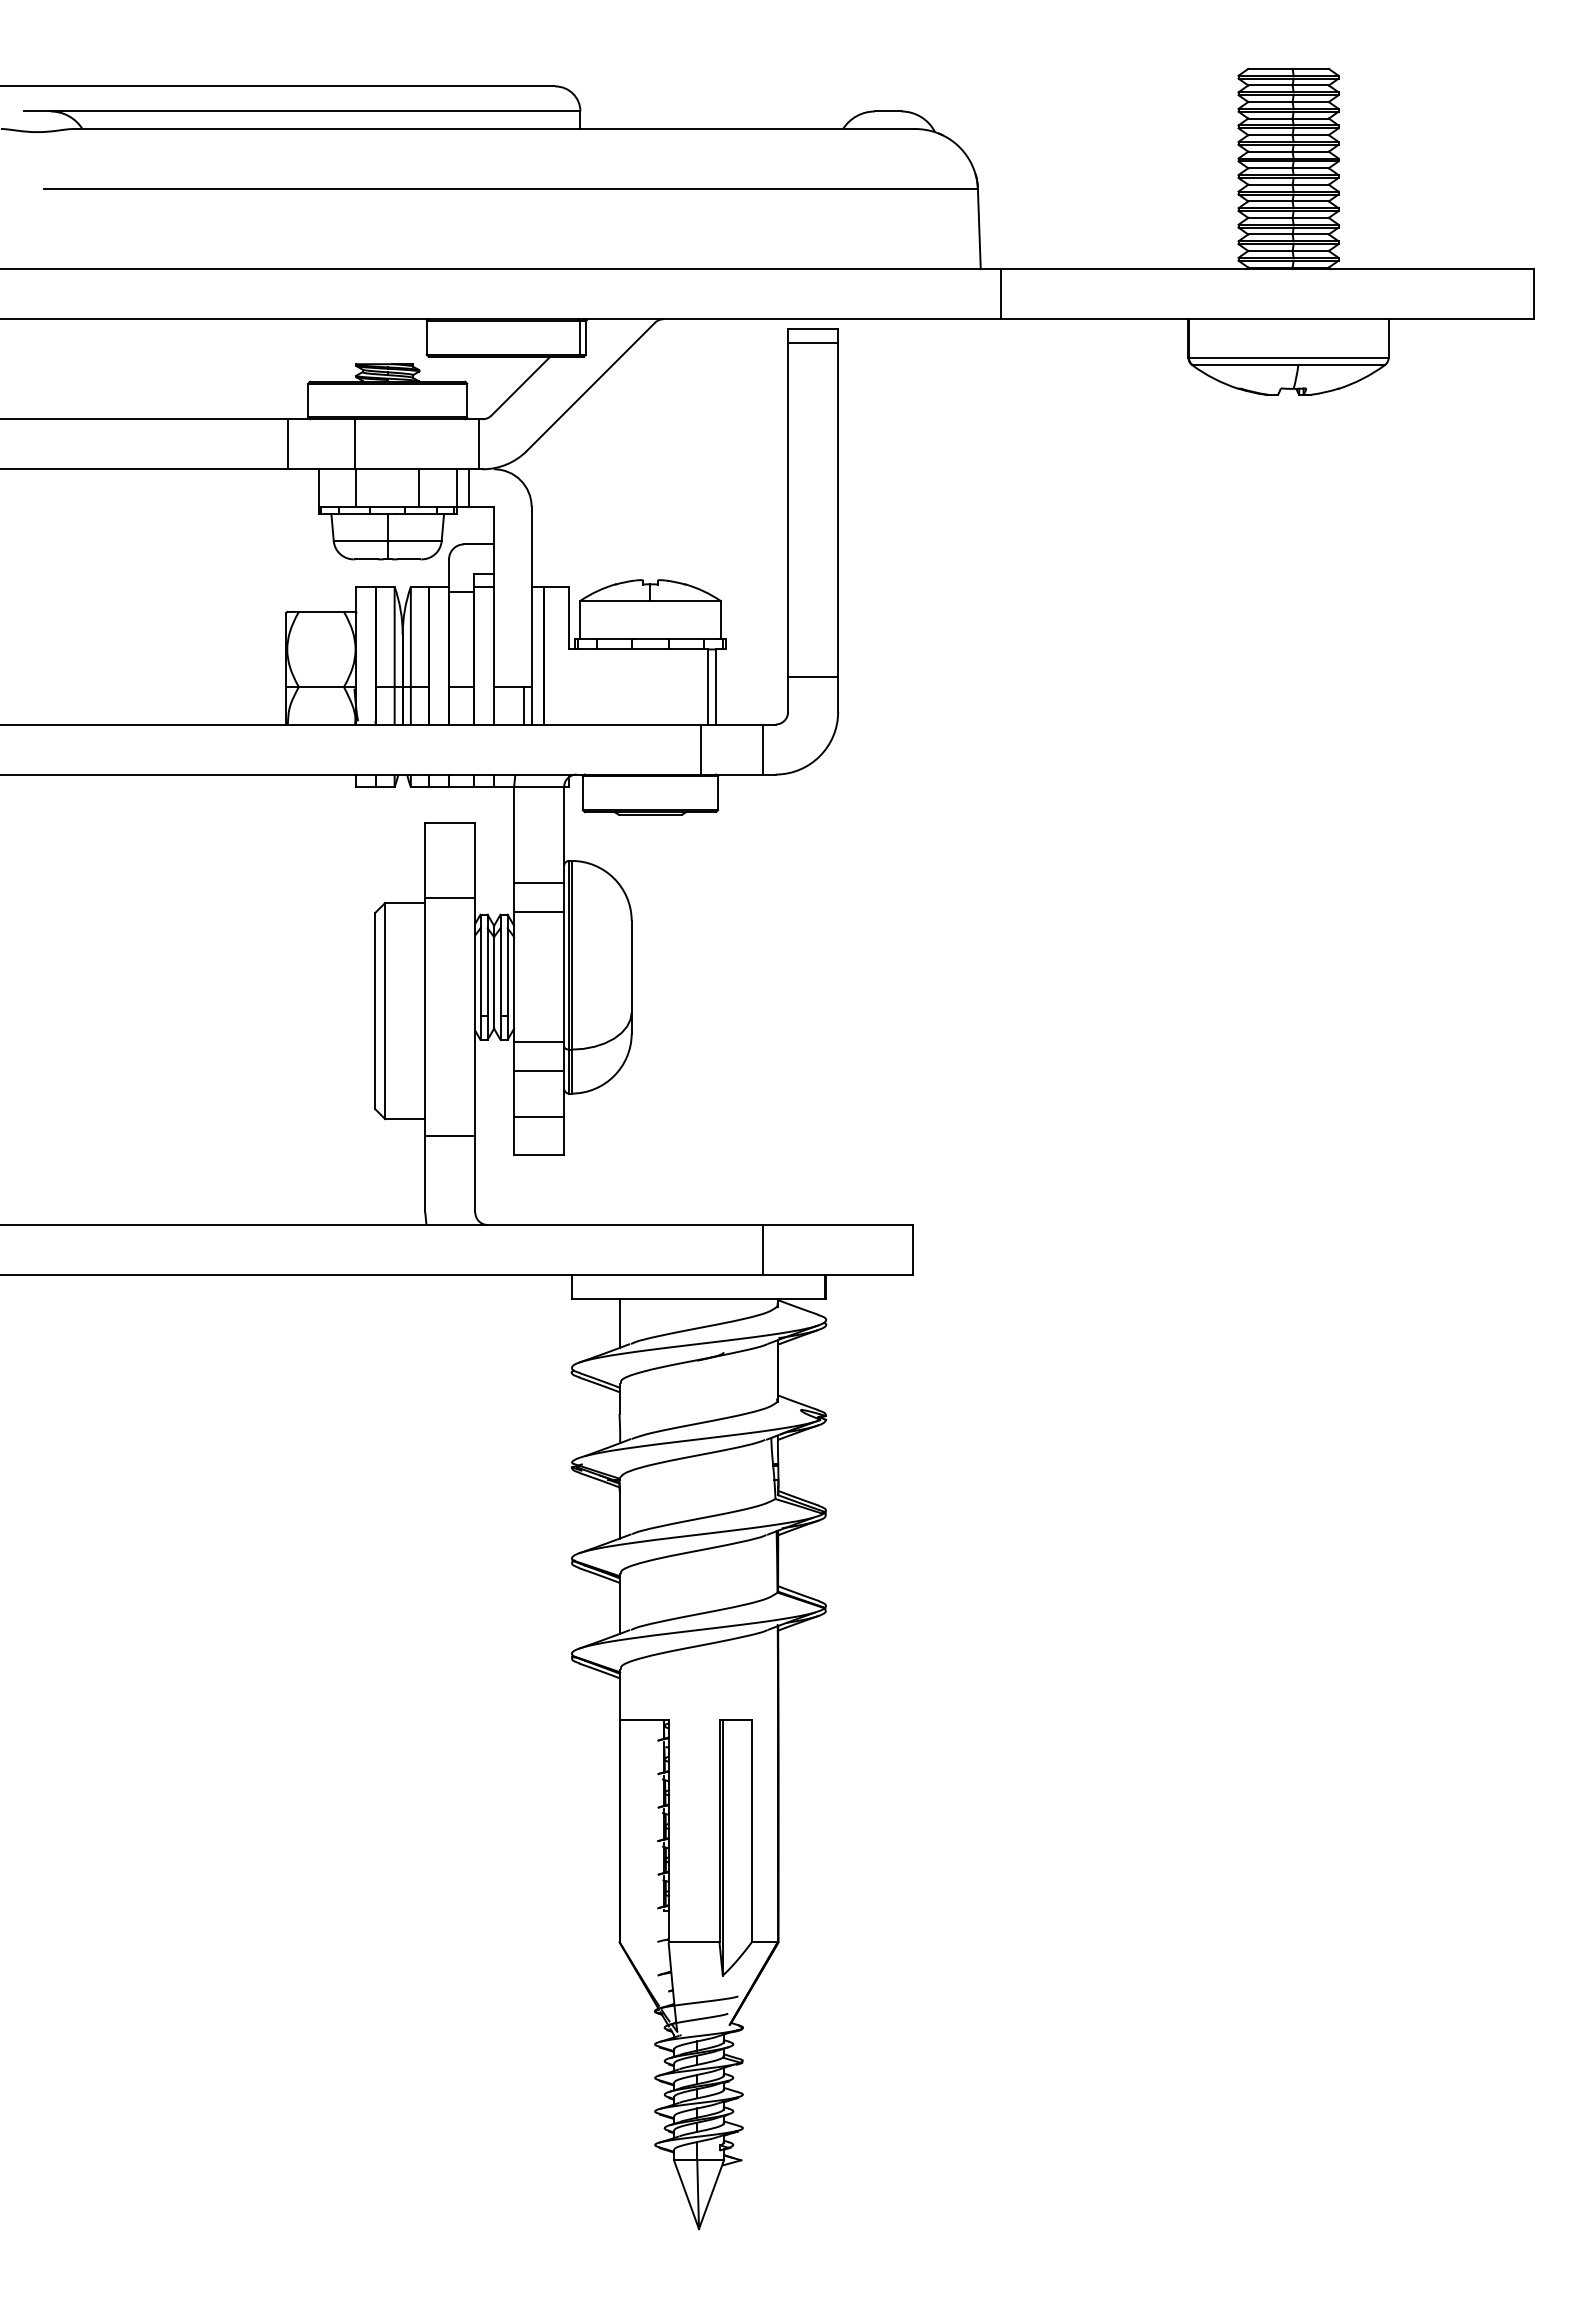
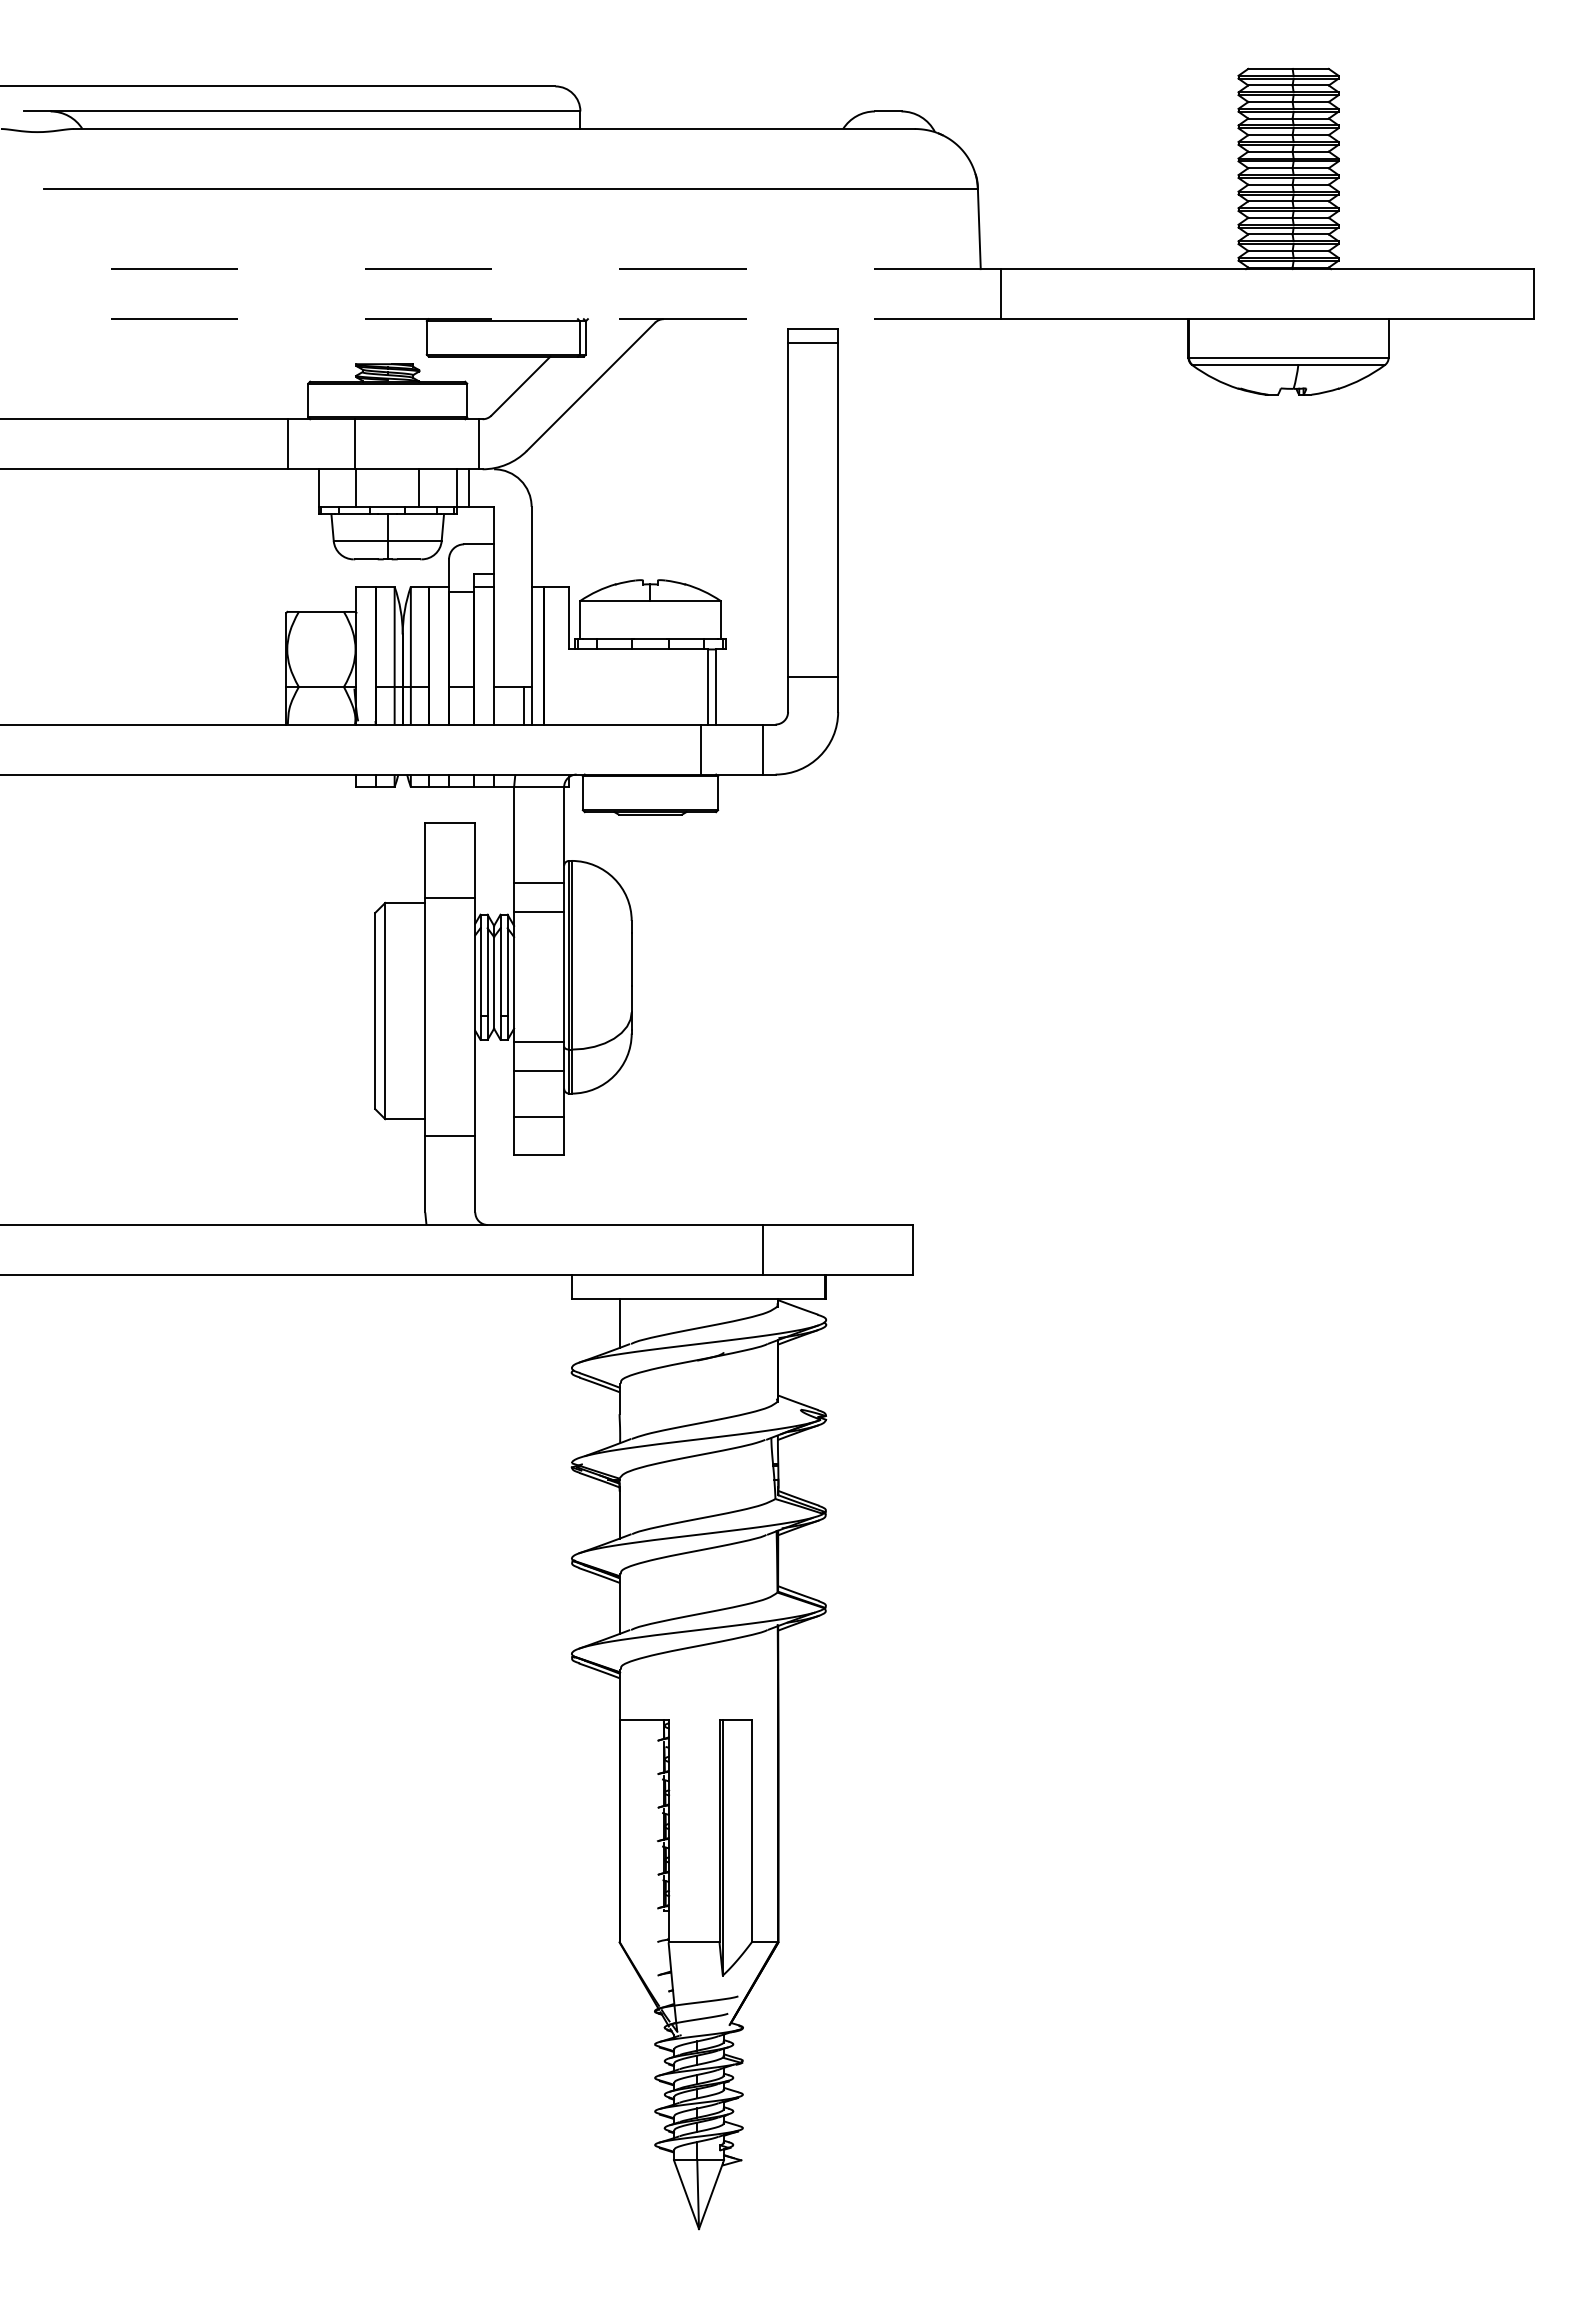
line at (500, 269): solid -> dashed
line at (500, 319): solid -> dashed
